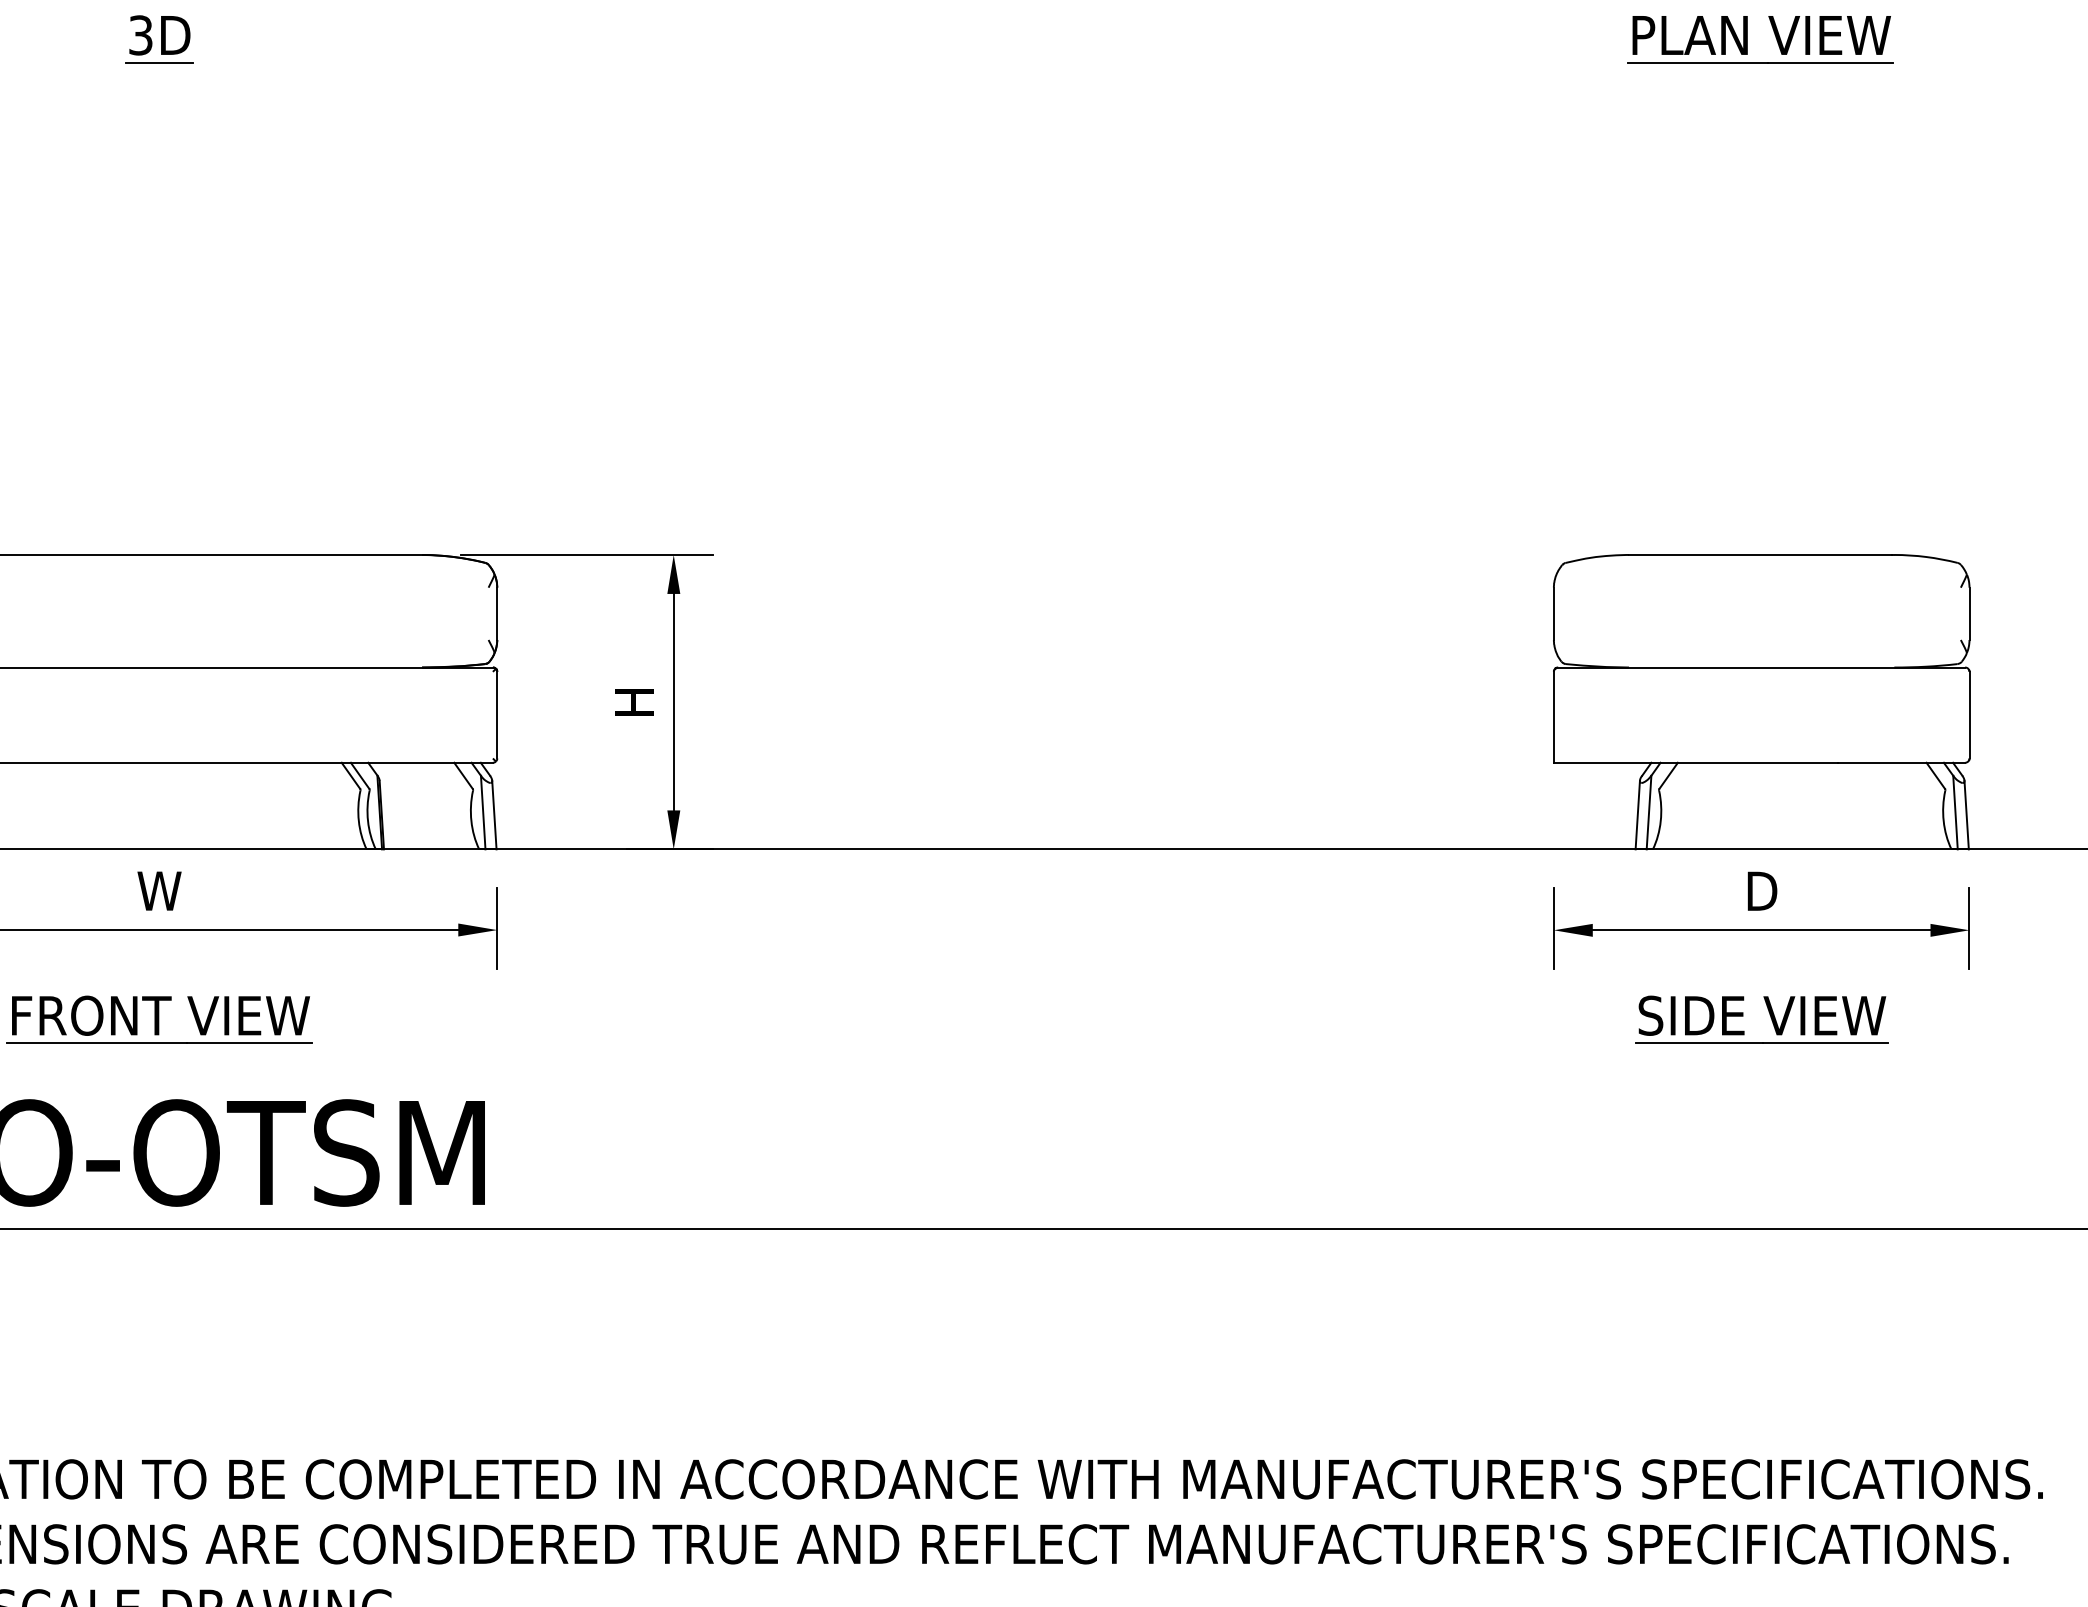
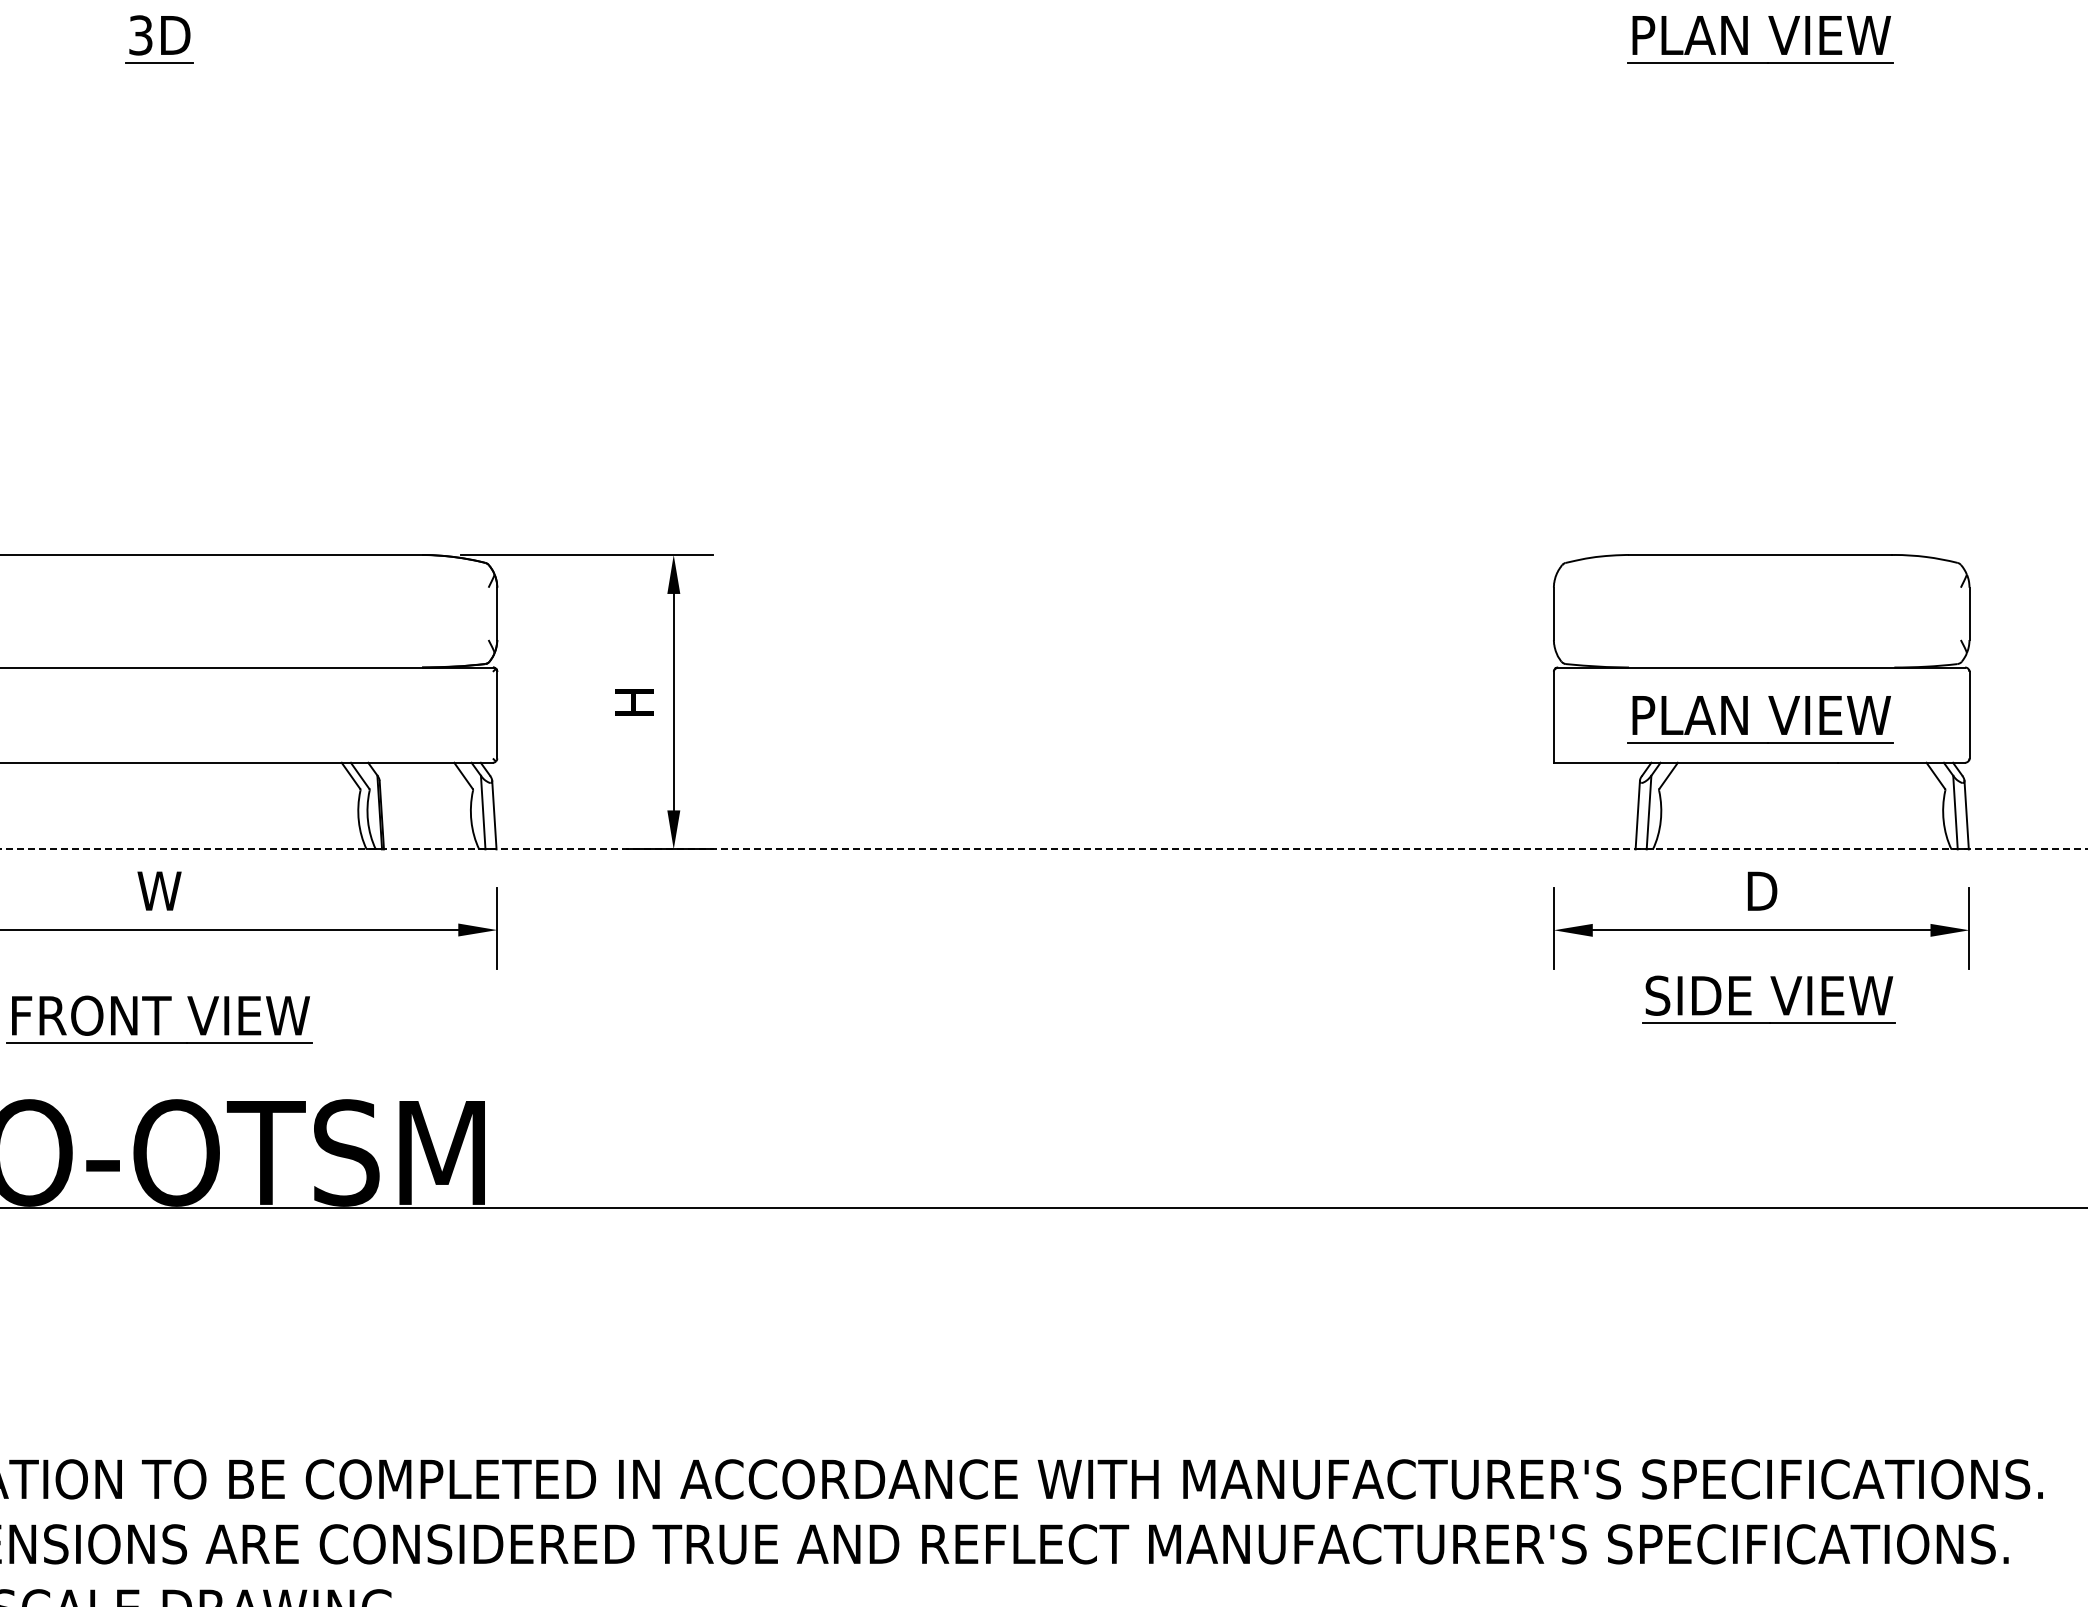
part at (1747, 719): none -> present
line at (1044, 849): solid -> dashed
part at (1769, 1015) position: (1769, 1015) -> (1776, 995)
line at (1043, 1228) position: (1043, 1228) -> (1043, 1207)
